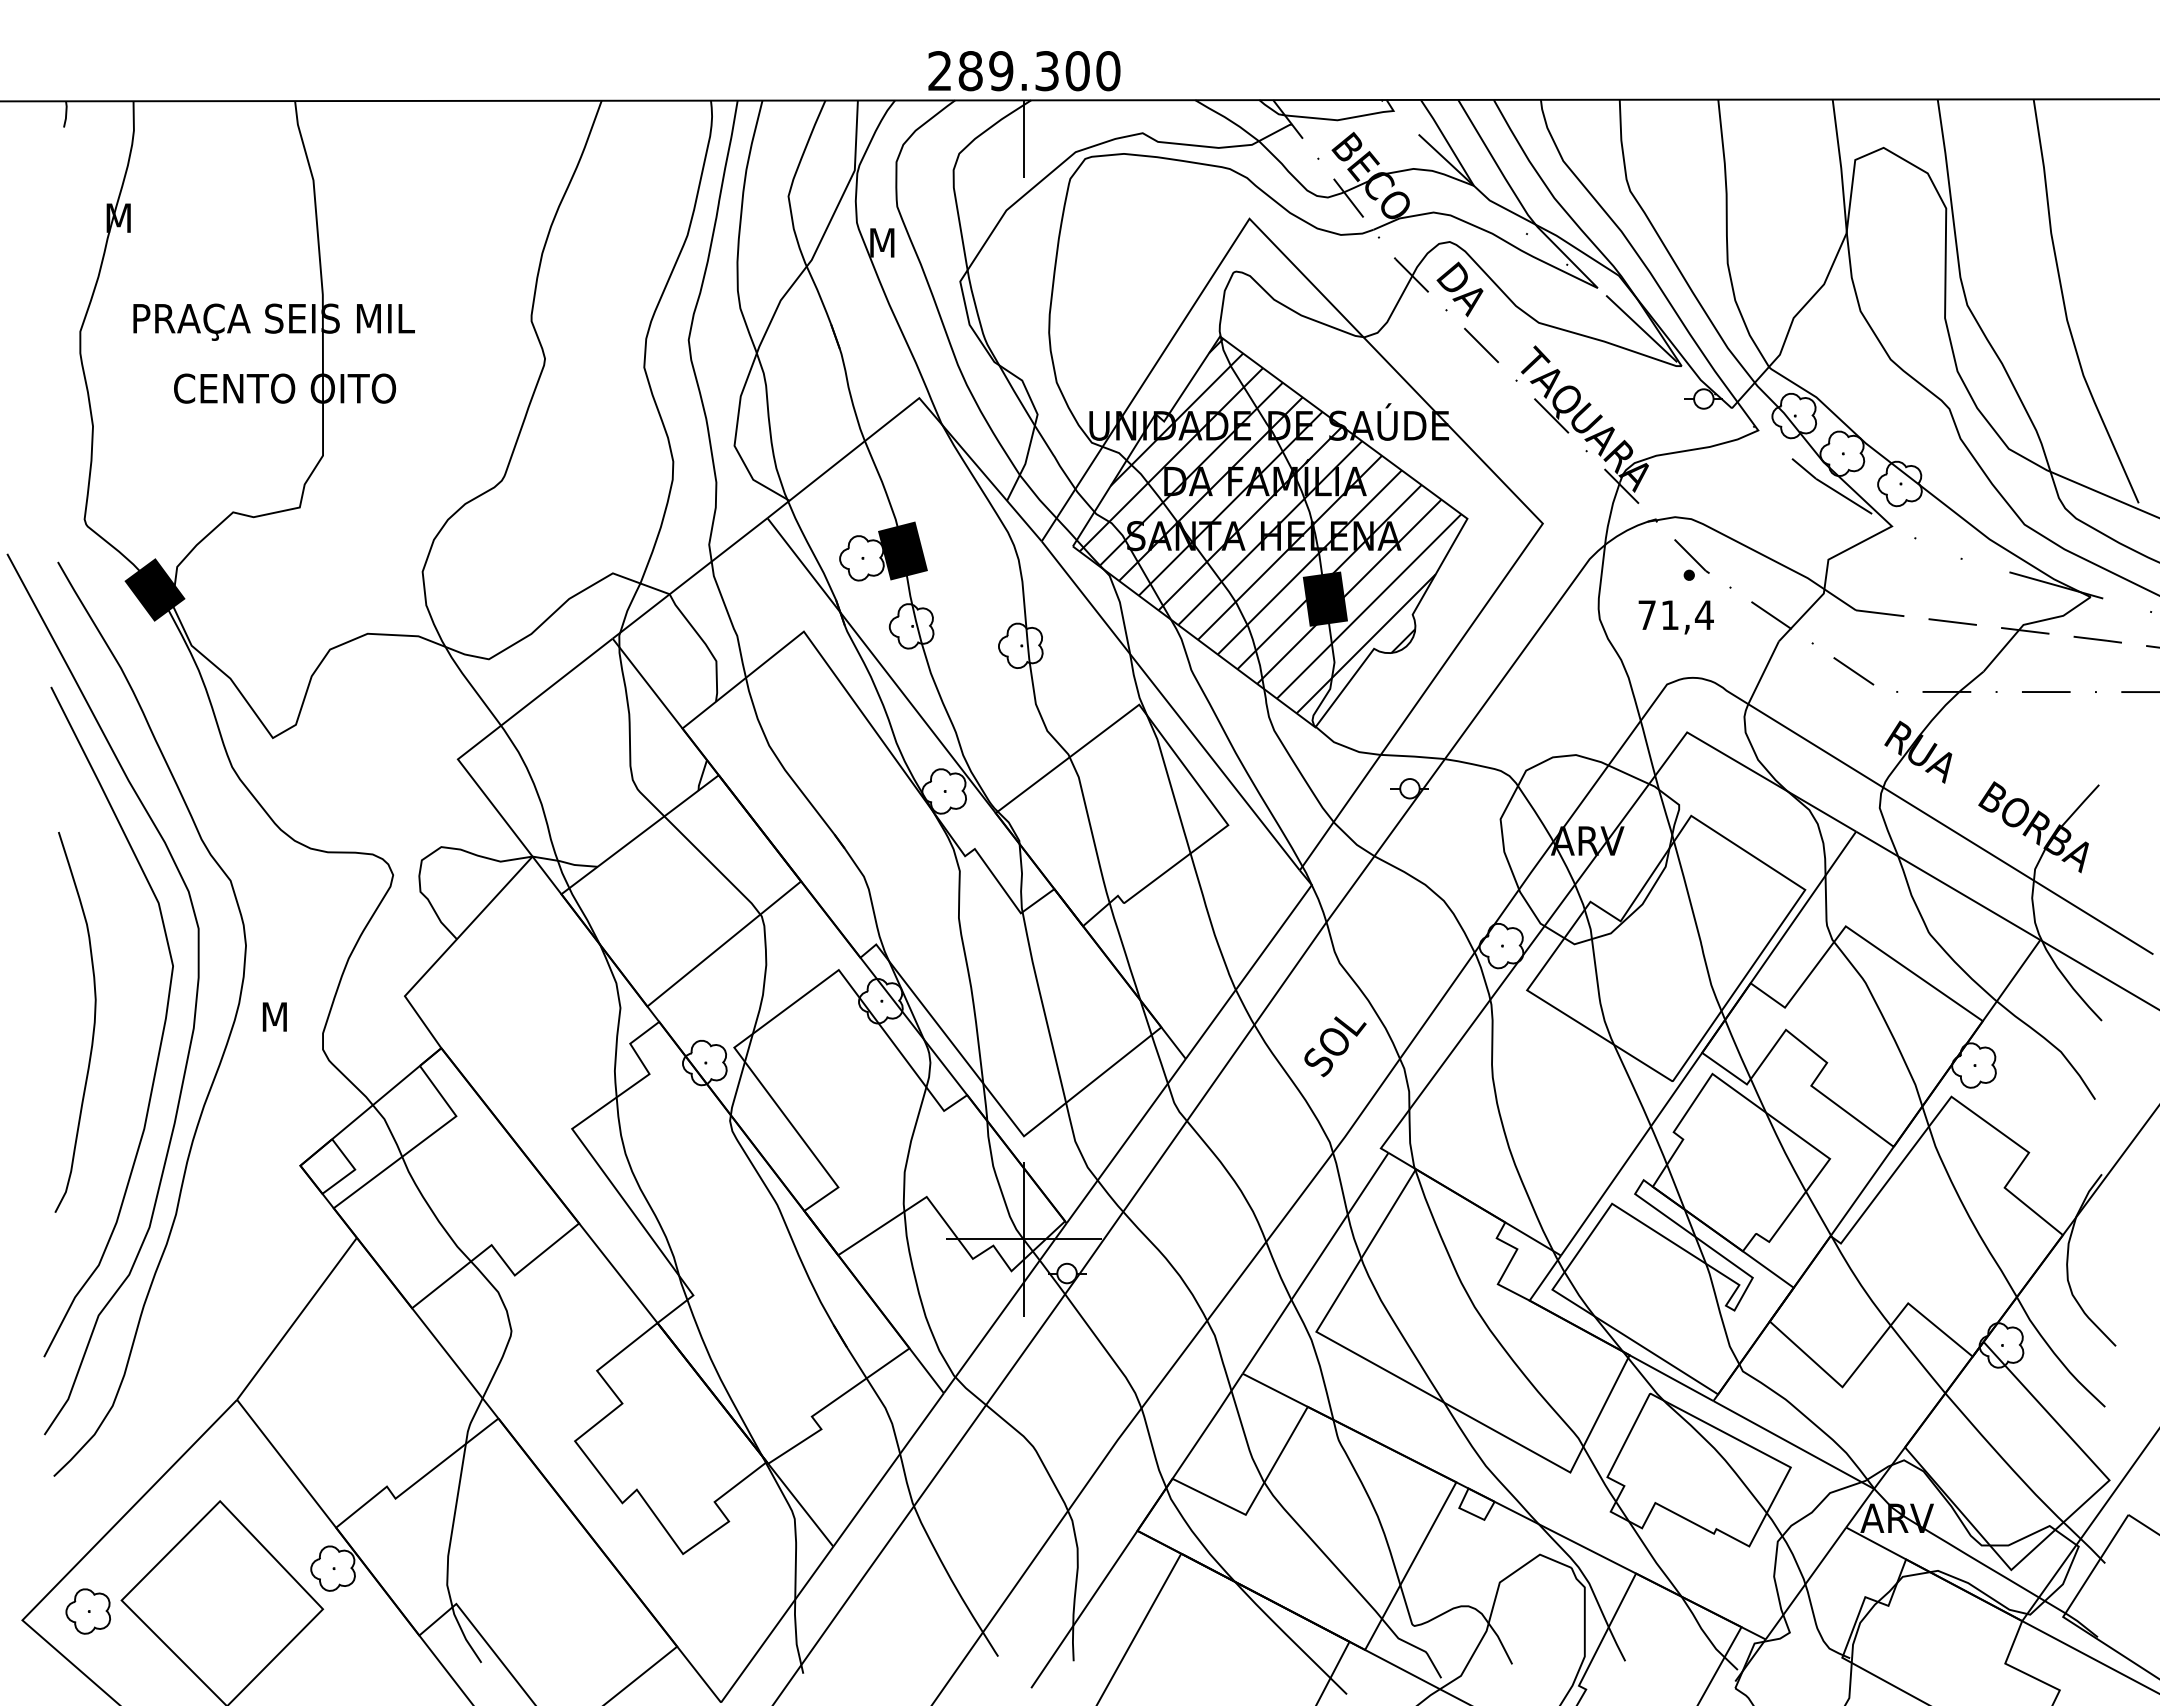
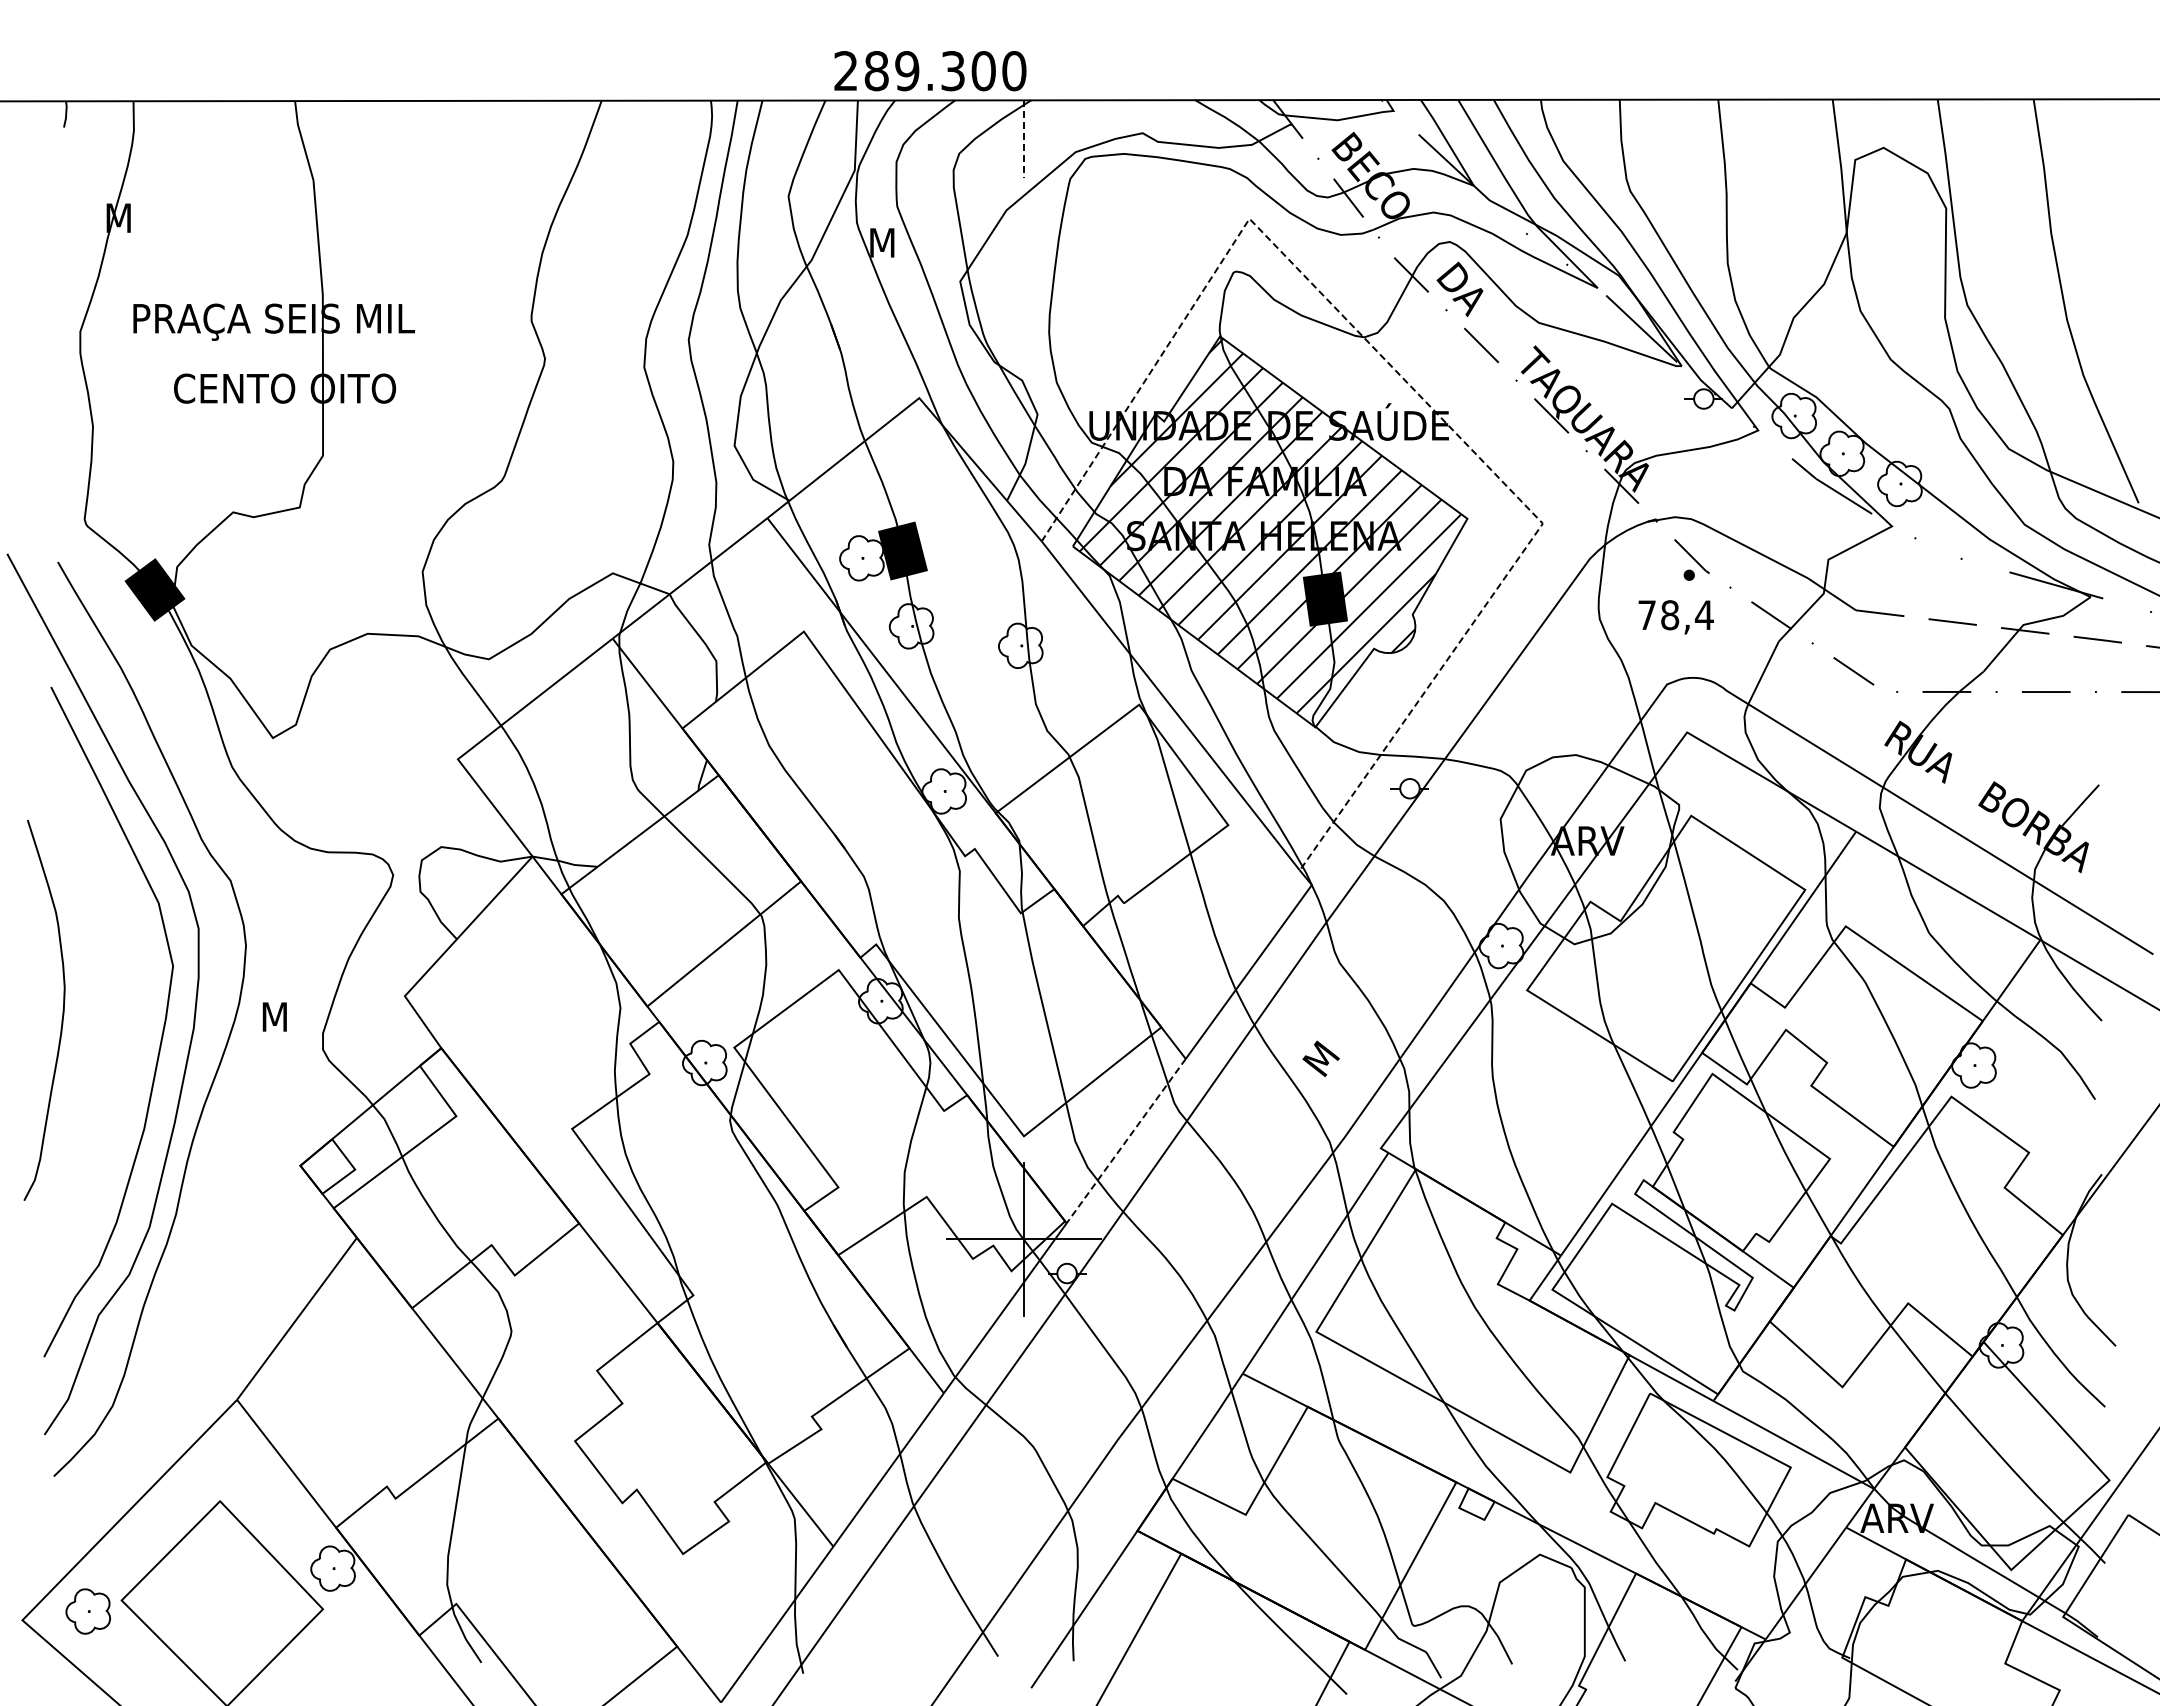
text at (1024, 71) position: (1024, 71) -> (930, 71)
line at (1024, 139): solid -> dashed
line at (1410, 385): solid -> dashed
text at (1670, 615): 71,4 -> 78,4
curve at (93, 1022) position: (93, 1022) -> (62, 1010)
text at (1334, 1046): SOL -> M
line at (1125, 1141): solid -> dashed
